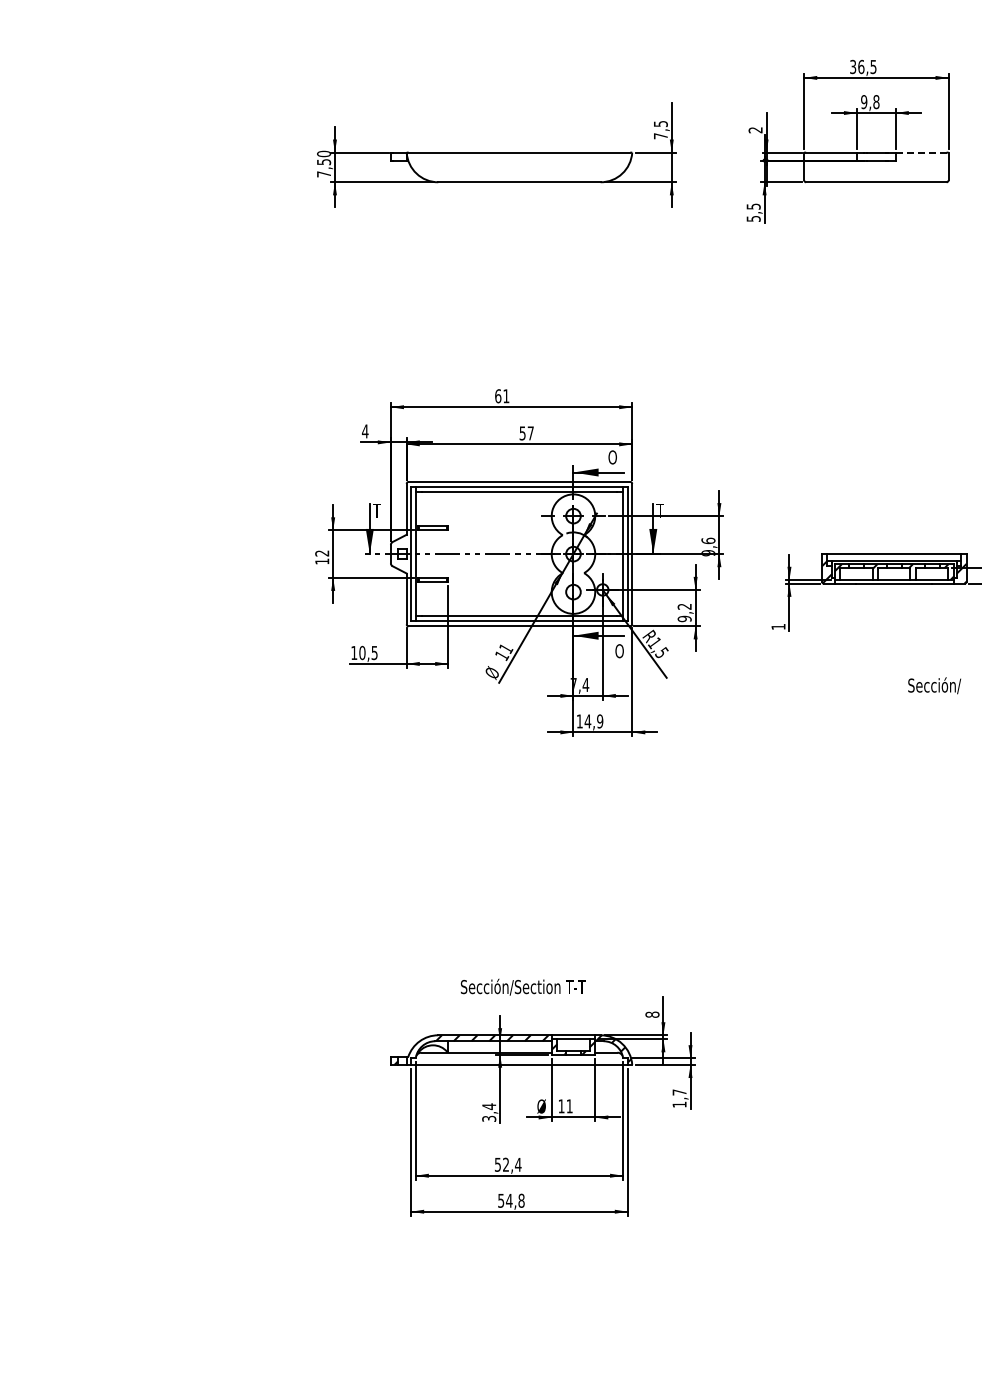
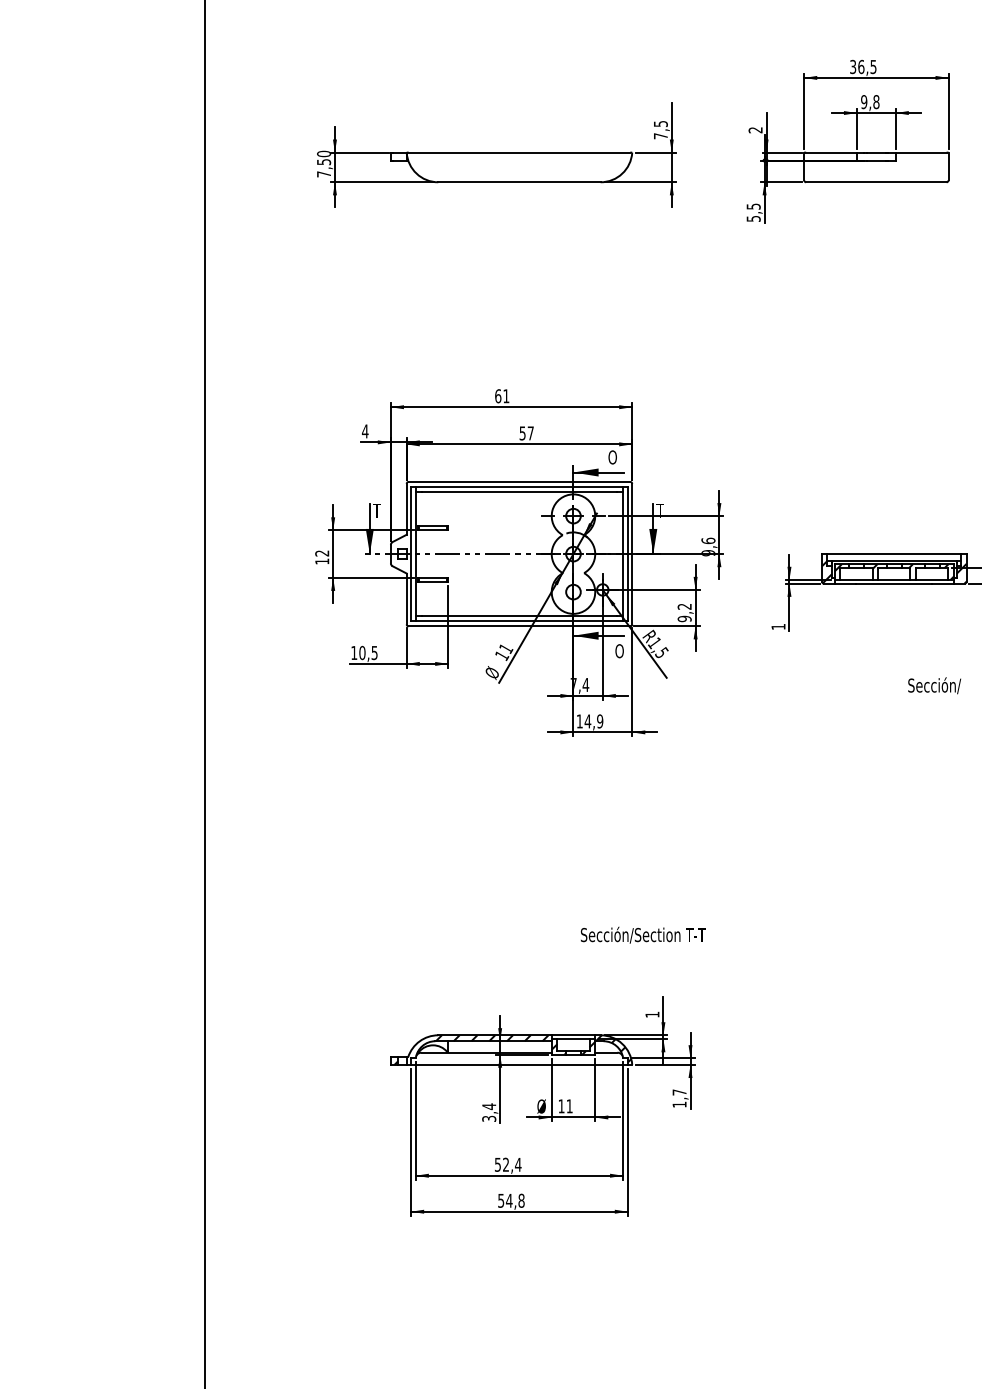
line at (921, 152): dashed -> solid
line at (204, 693): none -> present
text at (522, 986) position: (522, 986) -> (642, 934)
text at (652, 1014): 8 -> 1
